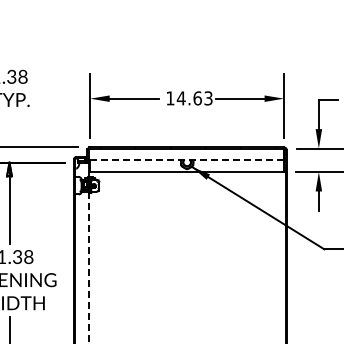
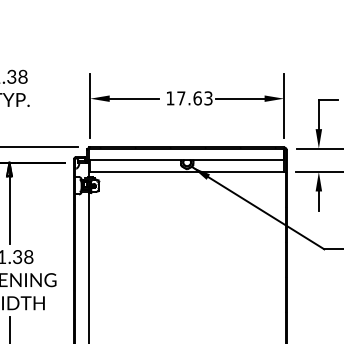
text at (180, 98): 14.63 -> 17.63
line at (186, 159): dashed -> solid
line at (88, 267): dashed -> solid
